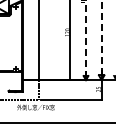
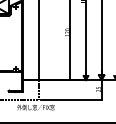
line at (101, 37): dashed -> solid
line at (86, 38): dashed -> solid
